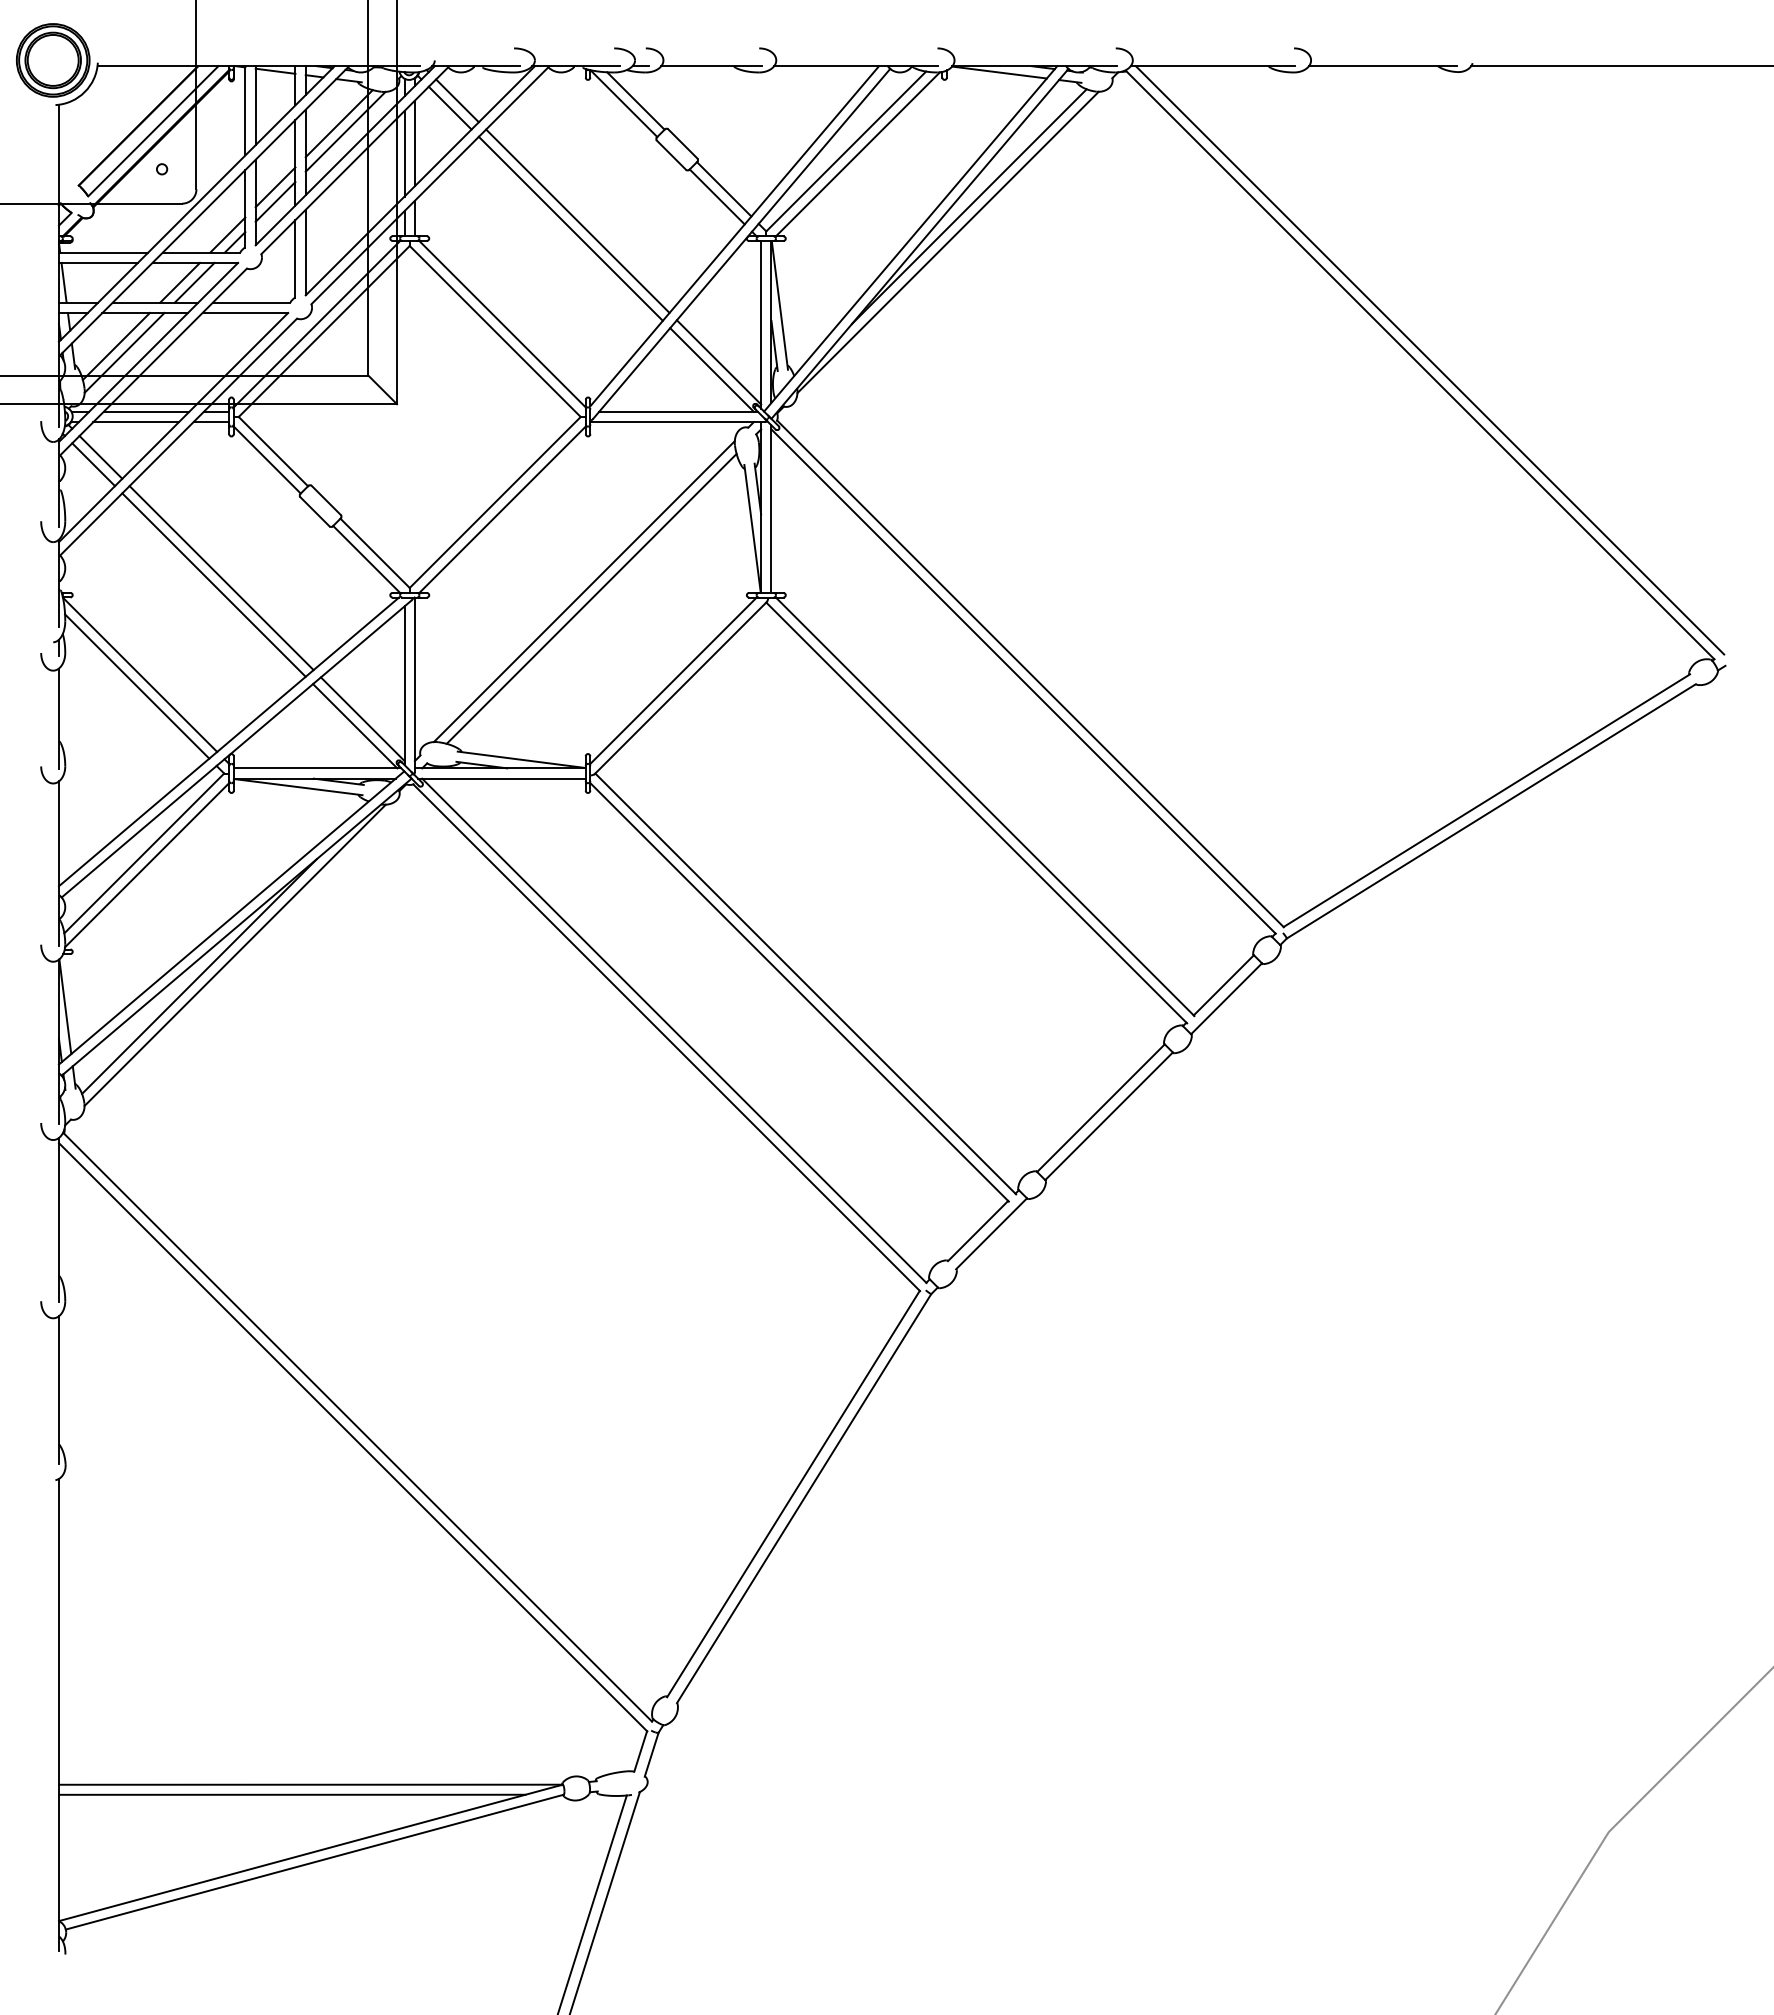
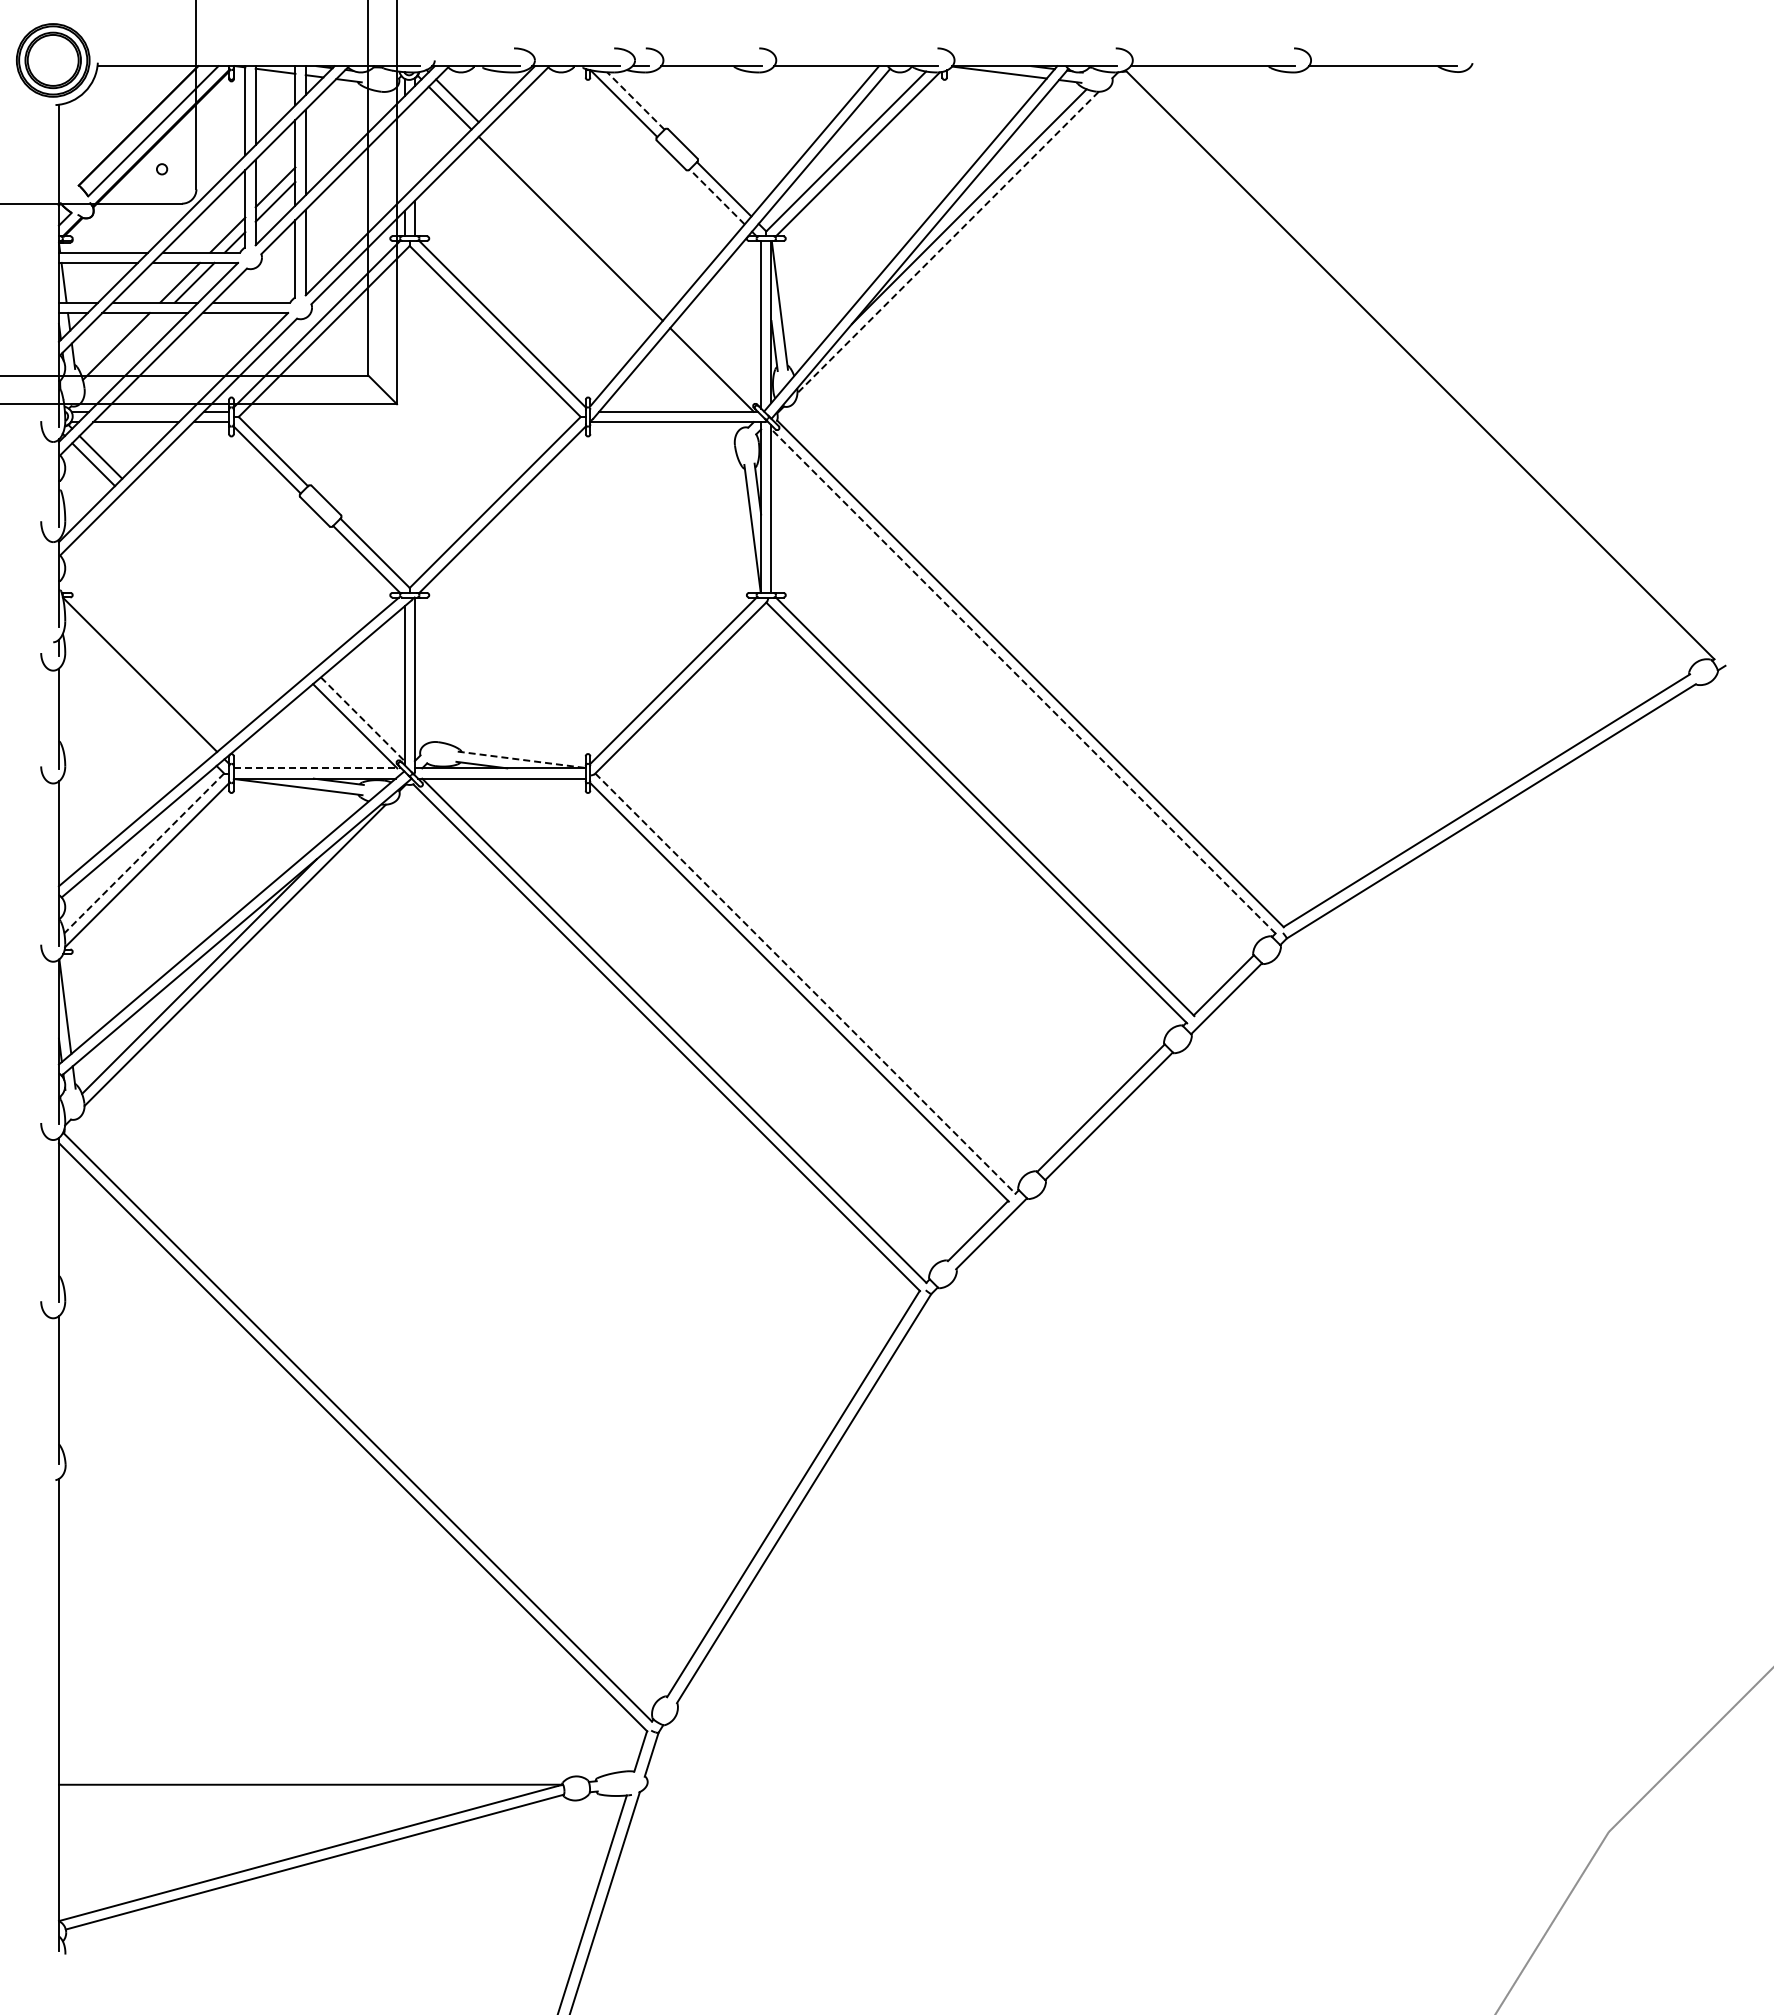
line at (1620, 66): present -> none
line at (635, 101): solid -> dashed
line at (338, 123): present -> none
line at (345, 131): present -> none
line at (414, 143): present -> none
line at (404, 153): present -> none
line at (717, 196): solid -> dashed
line at (577, 220): present -> none
line at (947, 242): solid -> dashed
line at (124, 352): present -> none
line at (1429, 360): present -> none
line at (718, 362): present -> none
line at (146, 411): present -> none
line at (221, 578): present -> none
line at (213, 584): present -> none
line at (583, 591): present -> none
line at (591, 598): present -> none
line at (1023, 681): solid -> dashed
line at (137, 686): present -> none
line at (363, 719): solid -> dashed
line at (521, 759): solid -> dashed
line at (317, 768): solid -> dashed
line at (143, 853): solid -> dashed
line at (805, 983): solid -> dashed
line at (291, 1794): present -> none
